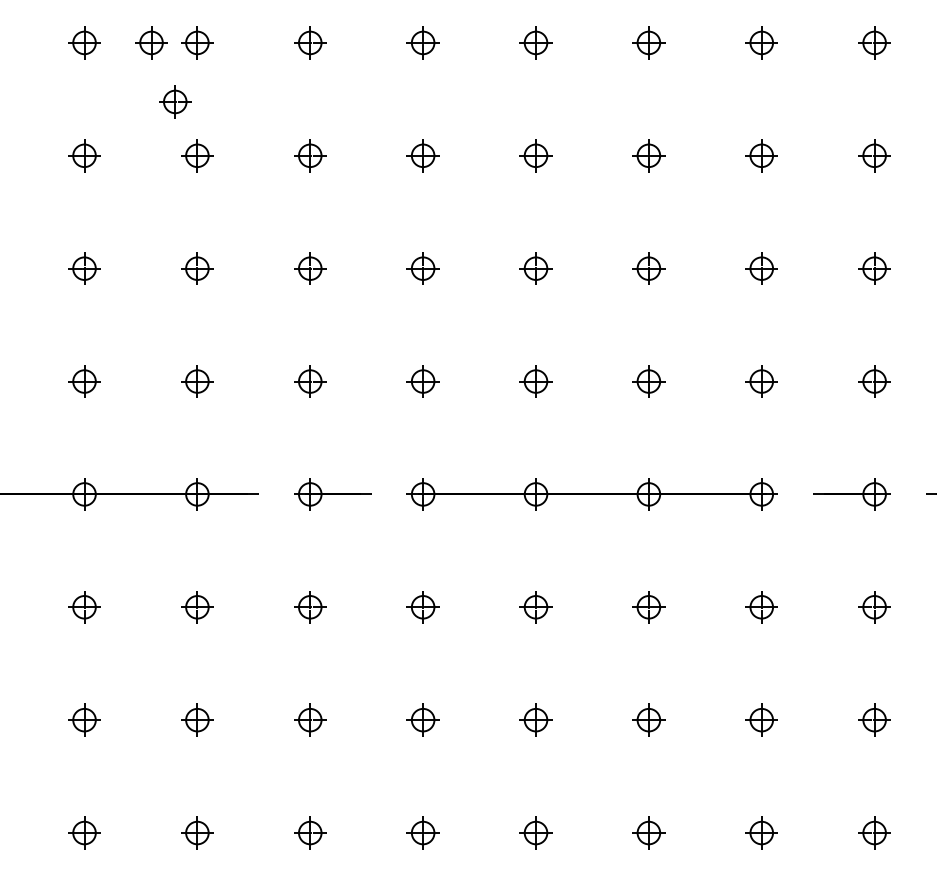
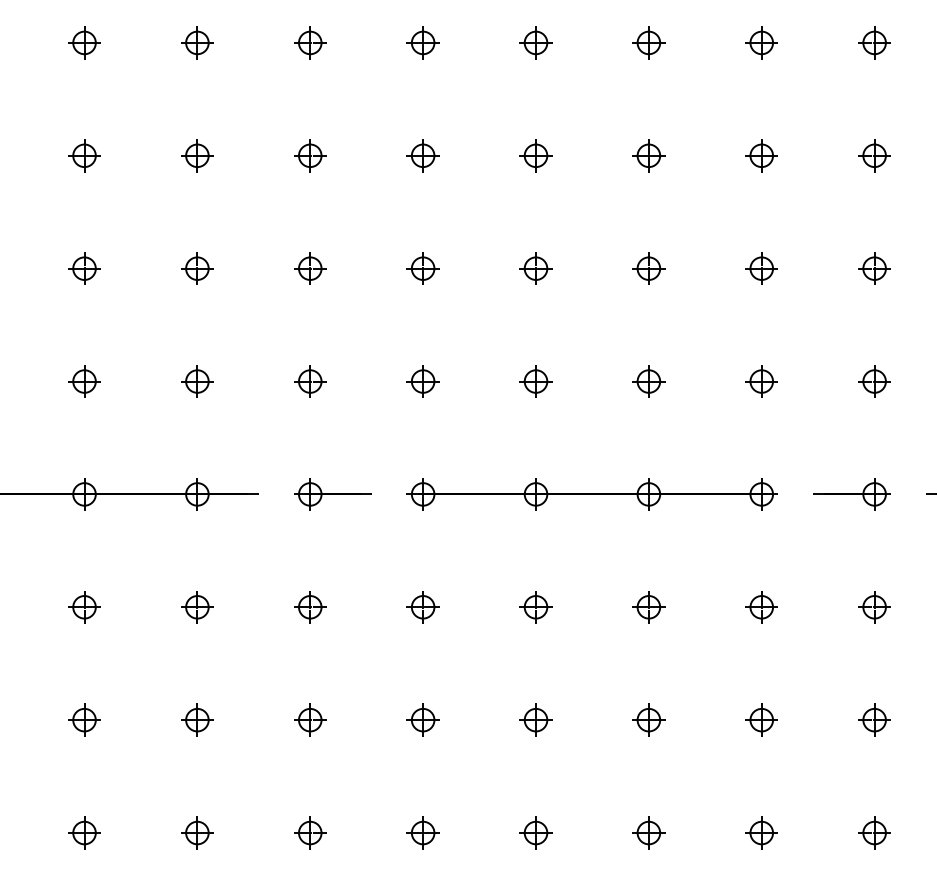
part at (151, 42): present -> none
part at (175, 101): present -> none
